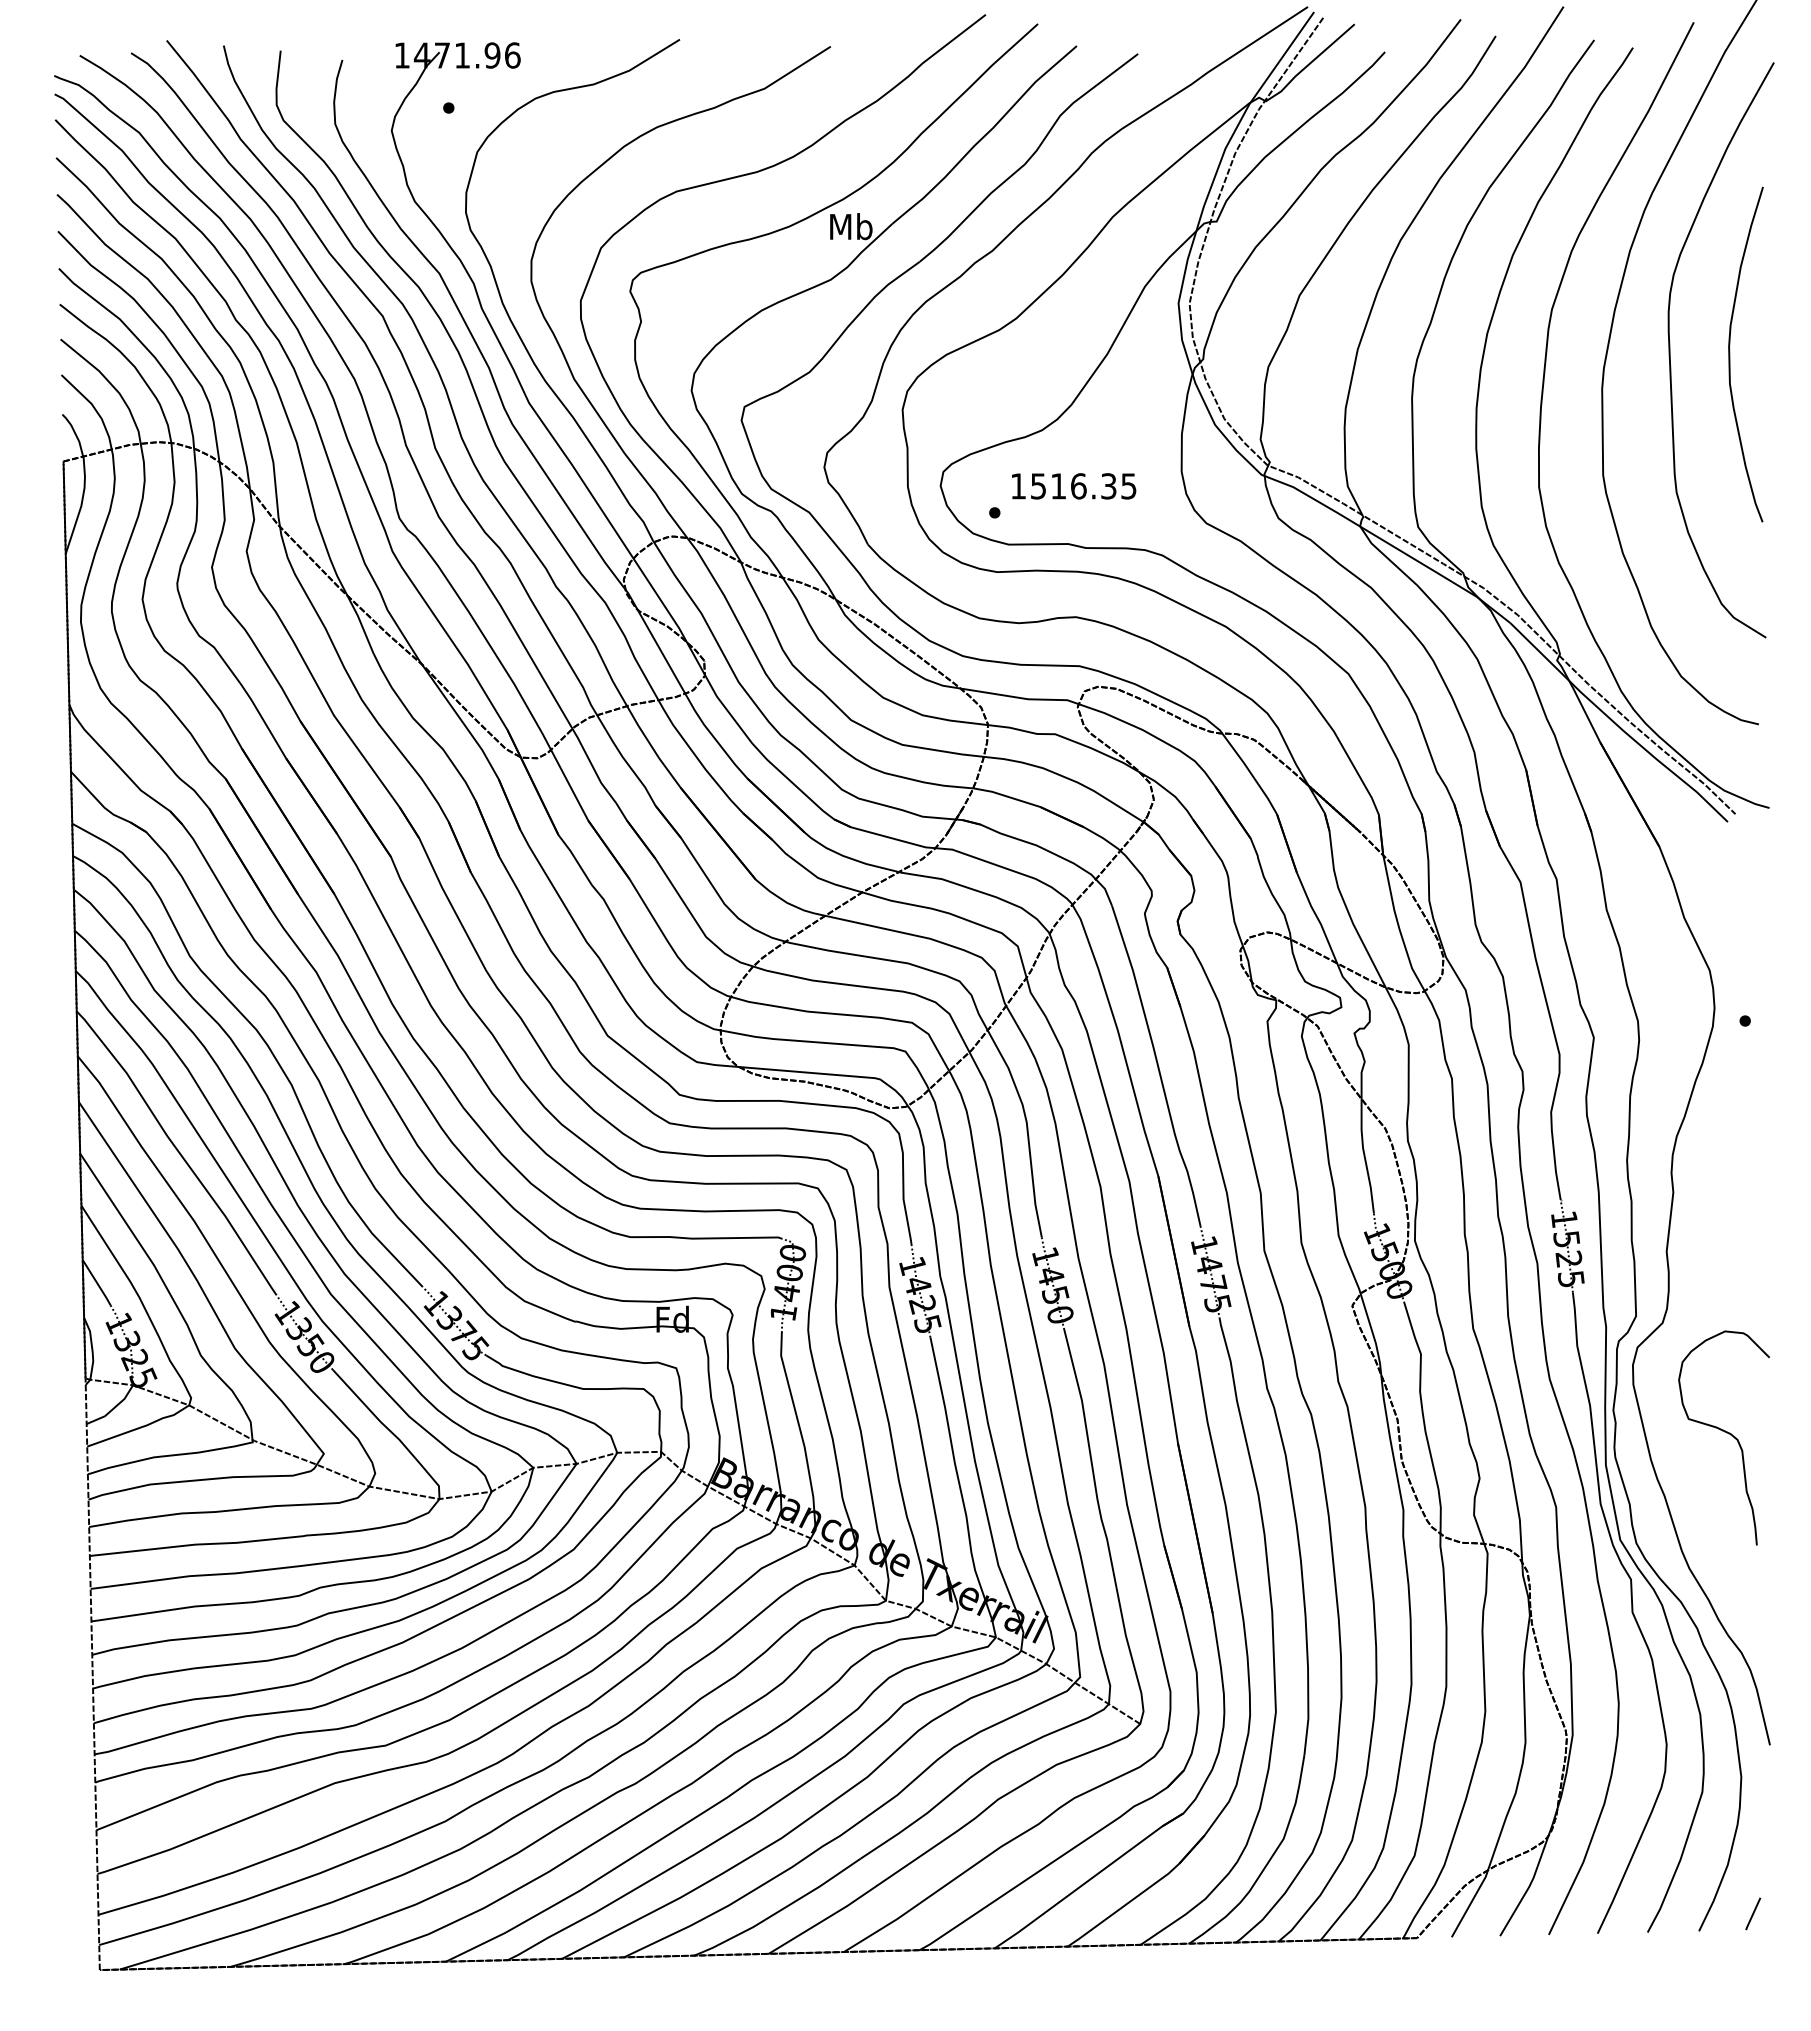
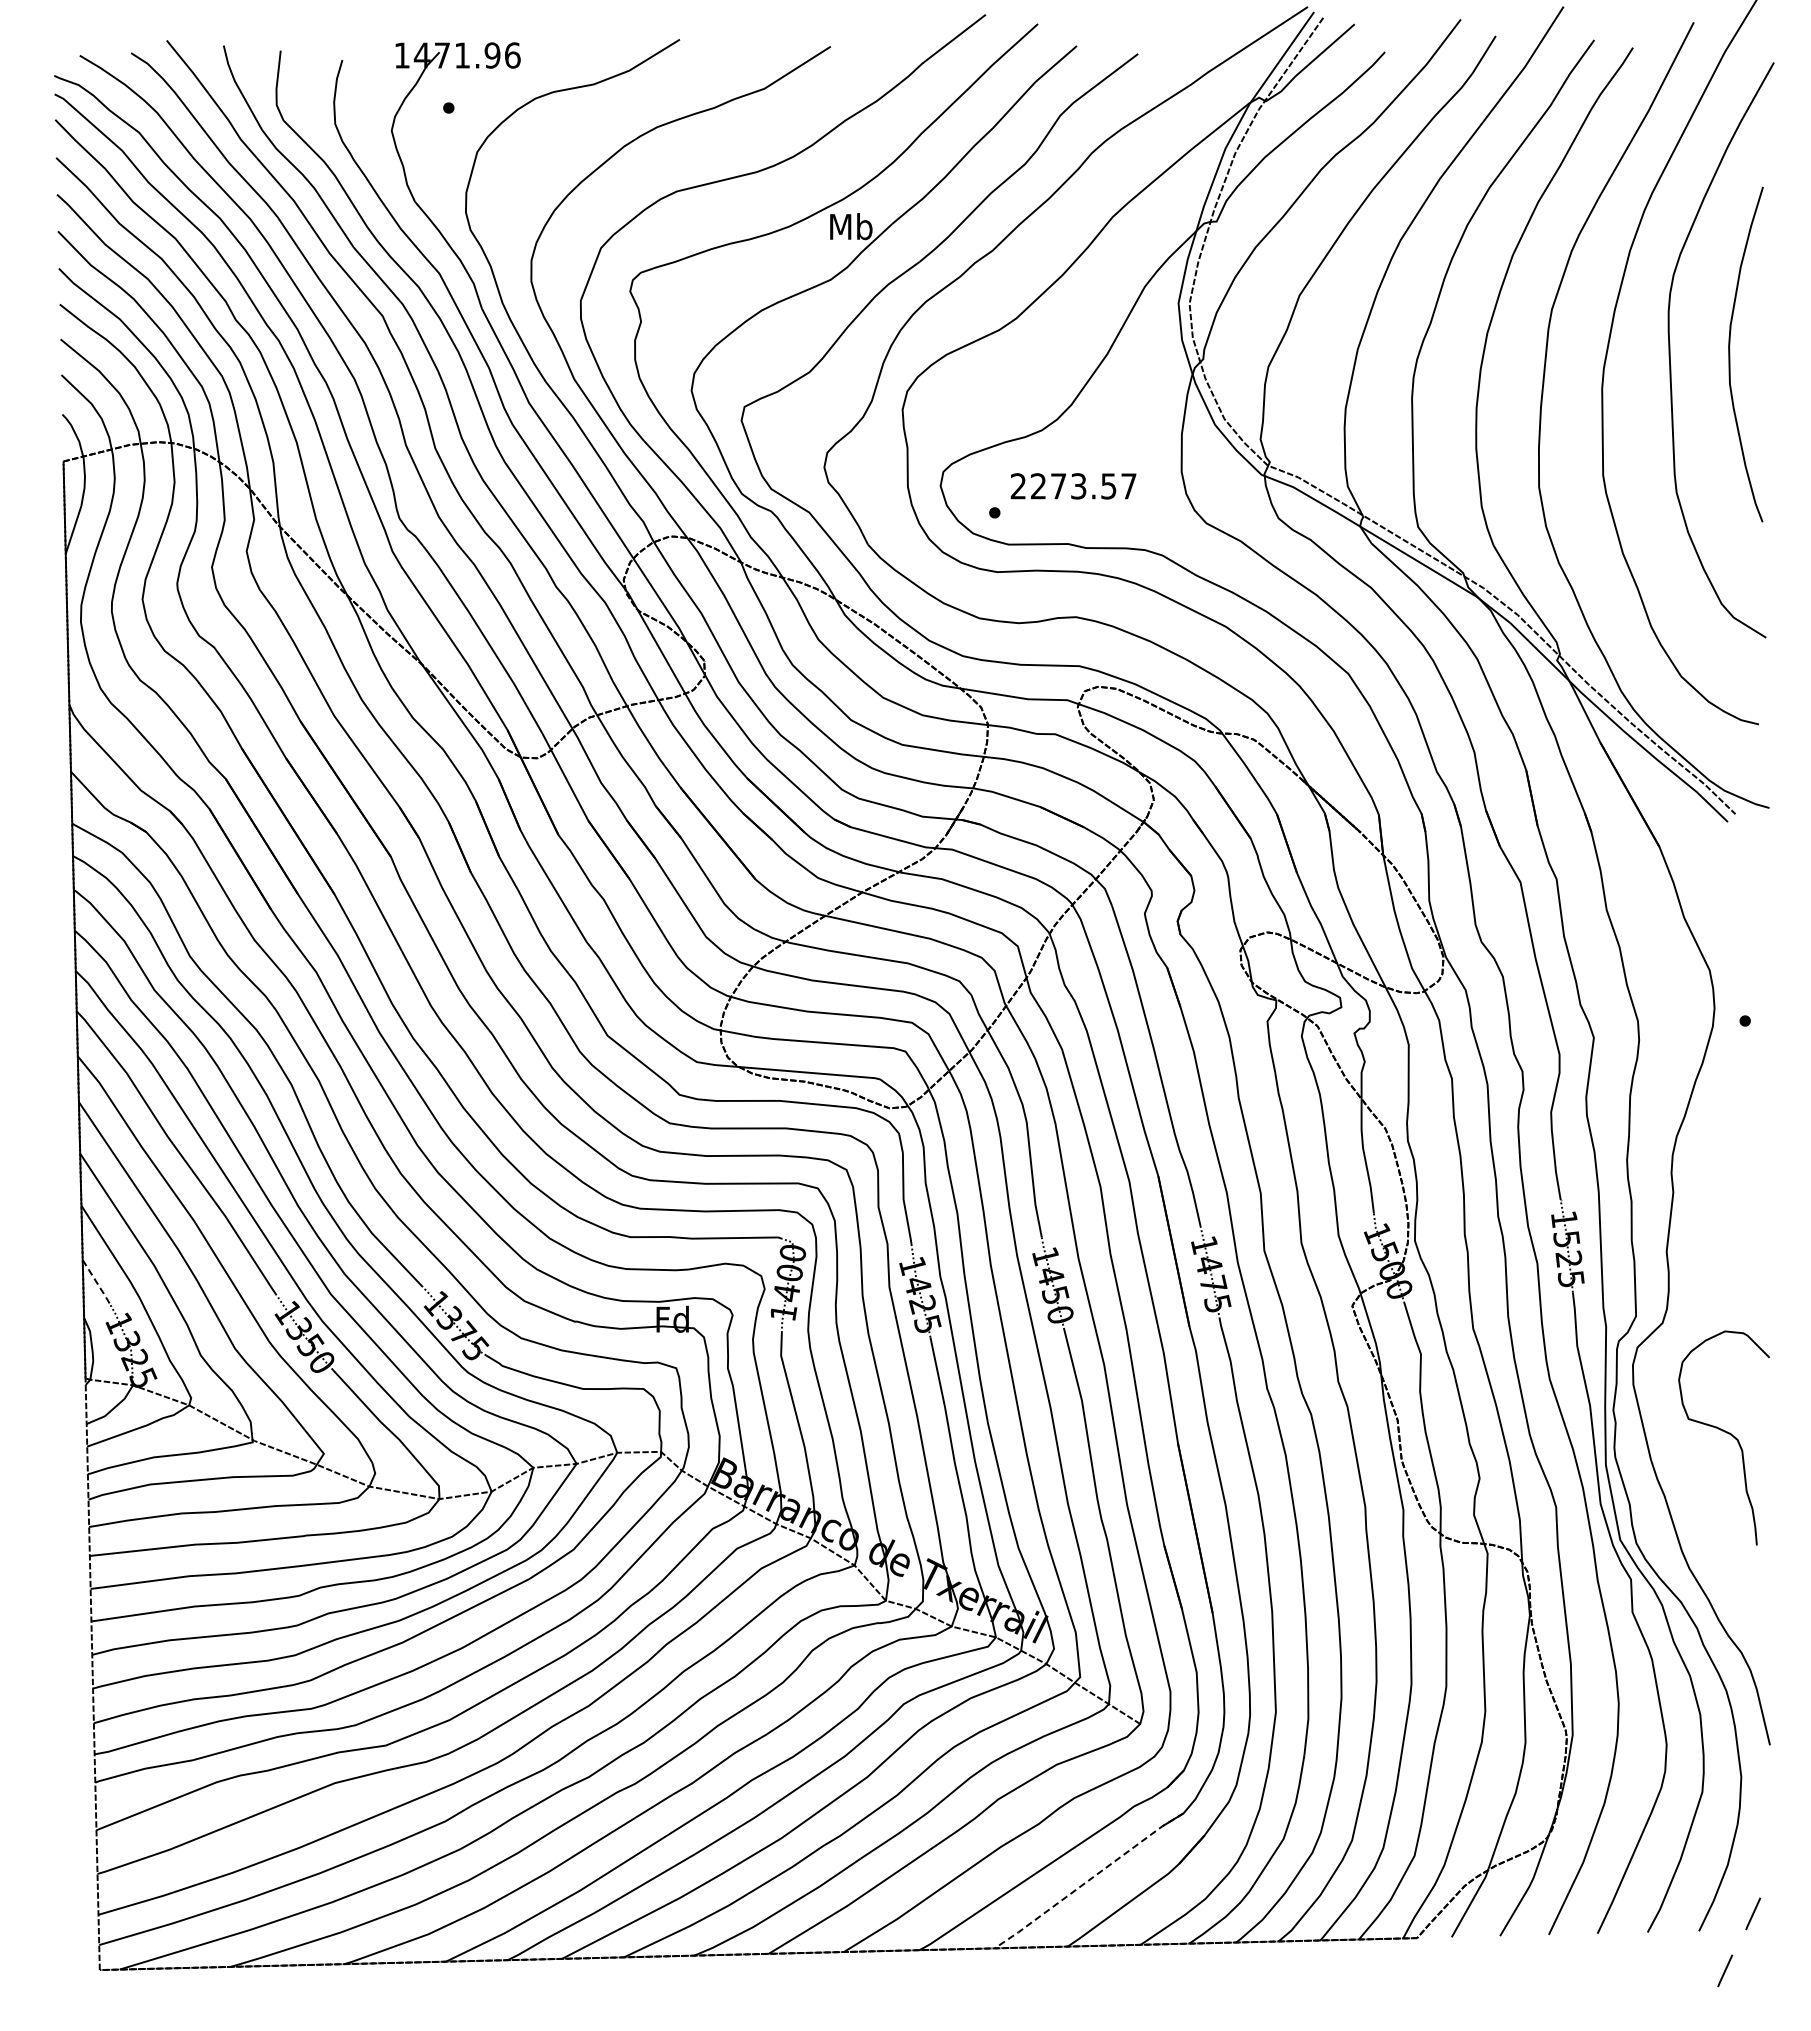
text at (1073, 486): 1516.35 -> 2273.57
line at (97, 1283): solid -> dashed
line at (1088, 1880): solid -> dashed
line at (1725, 1970): none -> present
